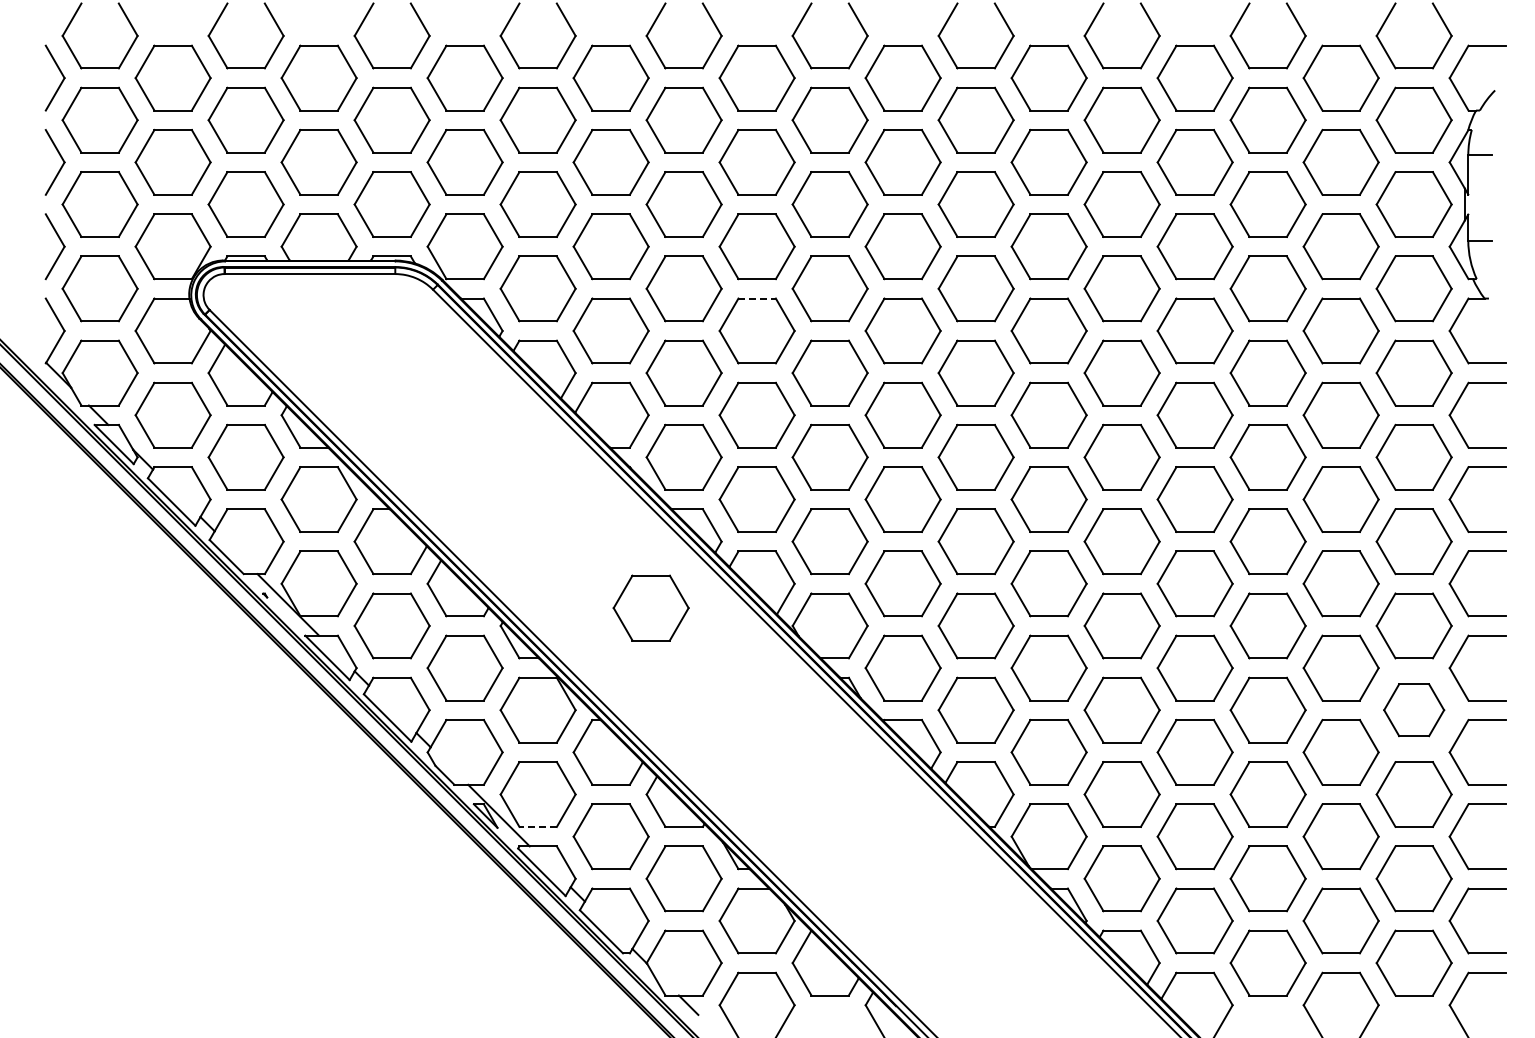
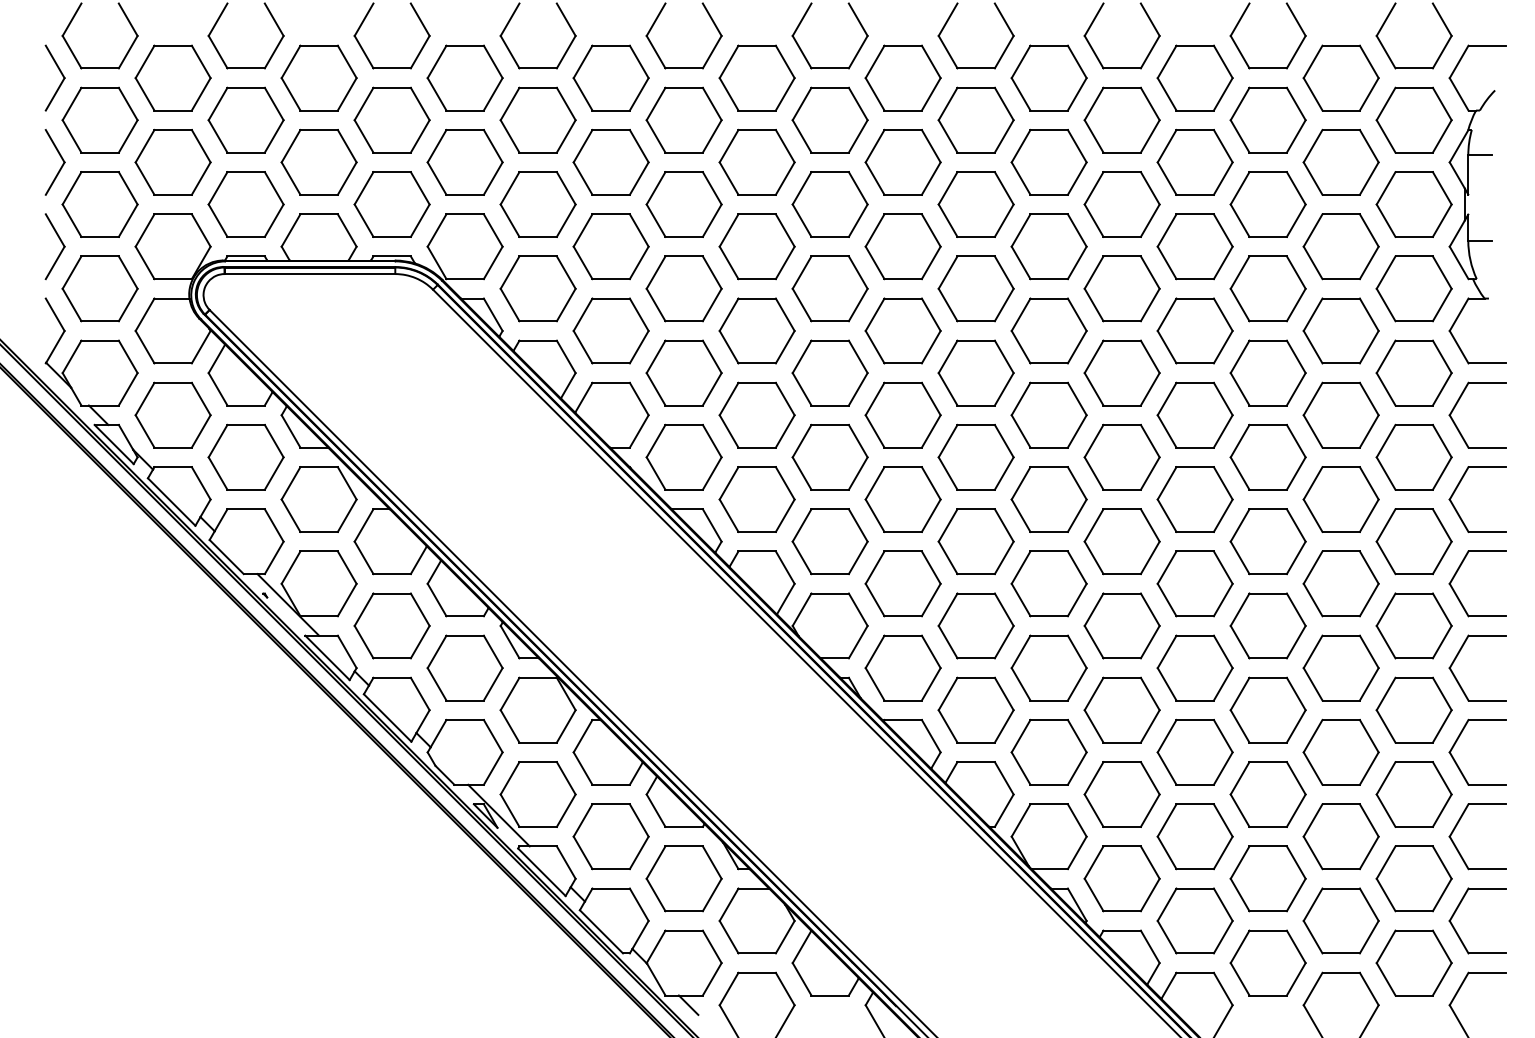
line at (757, 298): dashed -> solid
part at (650, 607): present -> none
part at (1414, 710) size: 63x55 px -> 78x68 px
line at (538, 826): dashed -> solid
